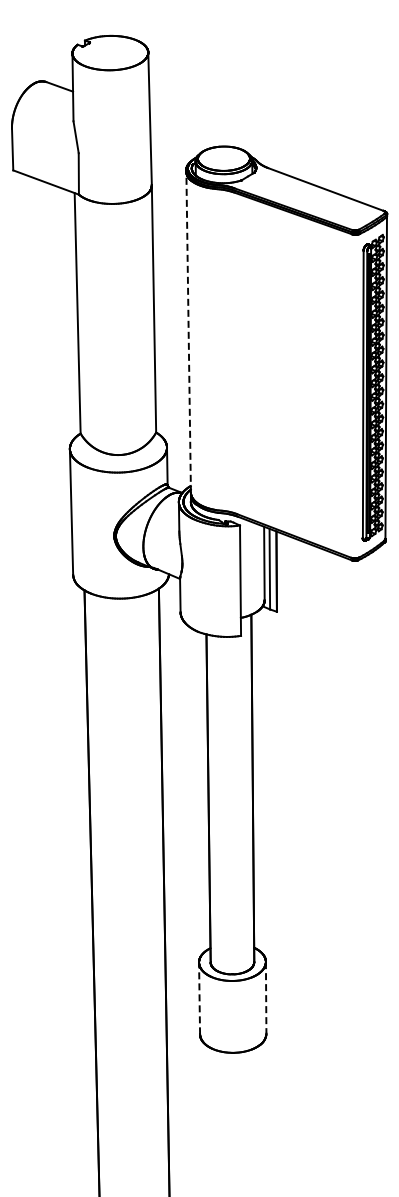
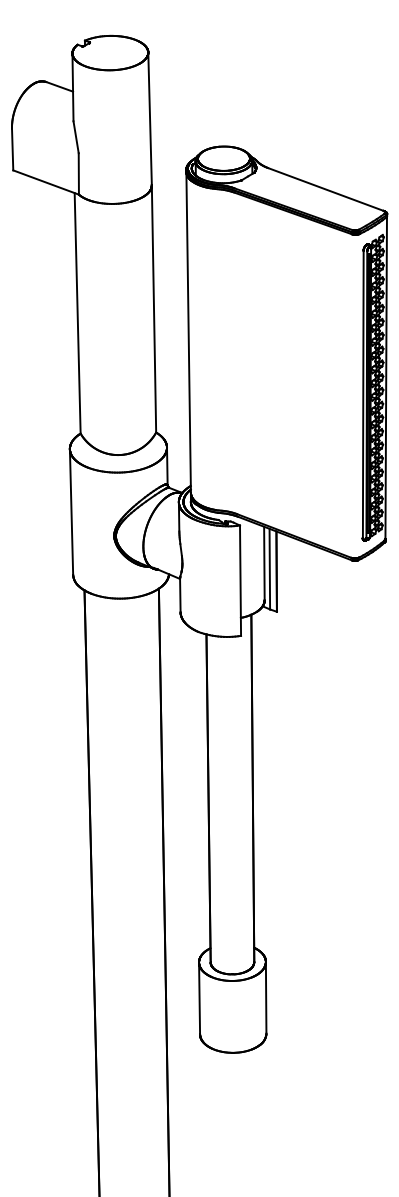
line at (188, 332): dashed -> solid
line at (266, 997): dashed -> solid
line at (199, 998): dashed -> solid
